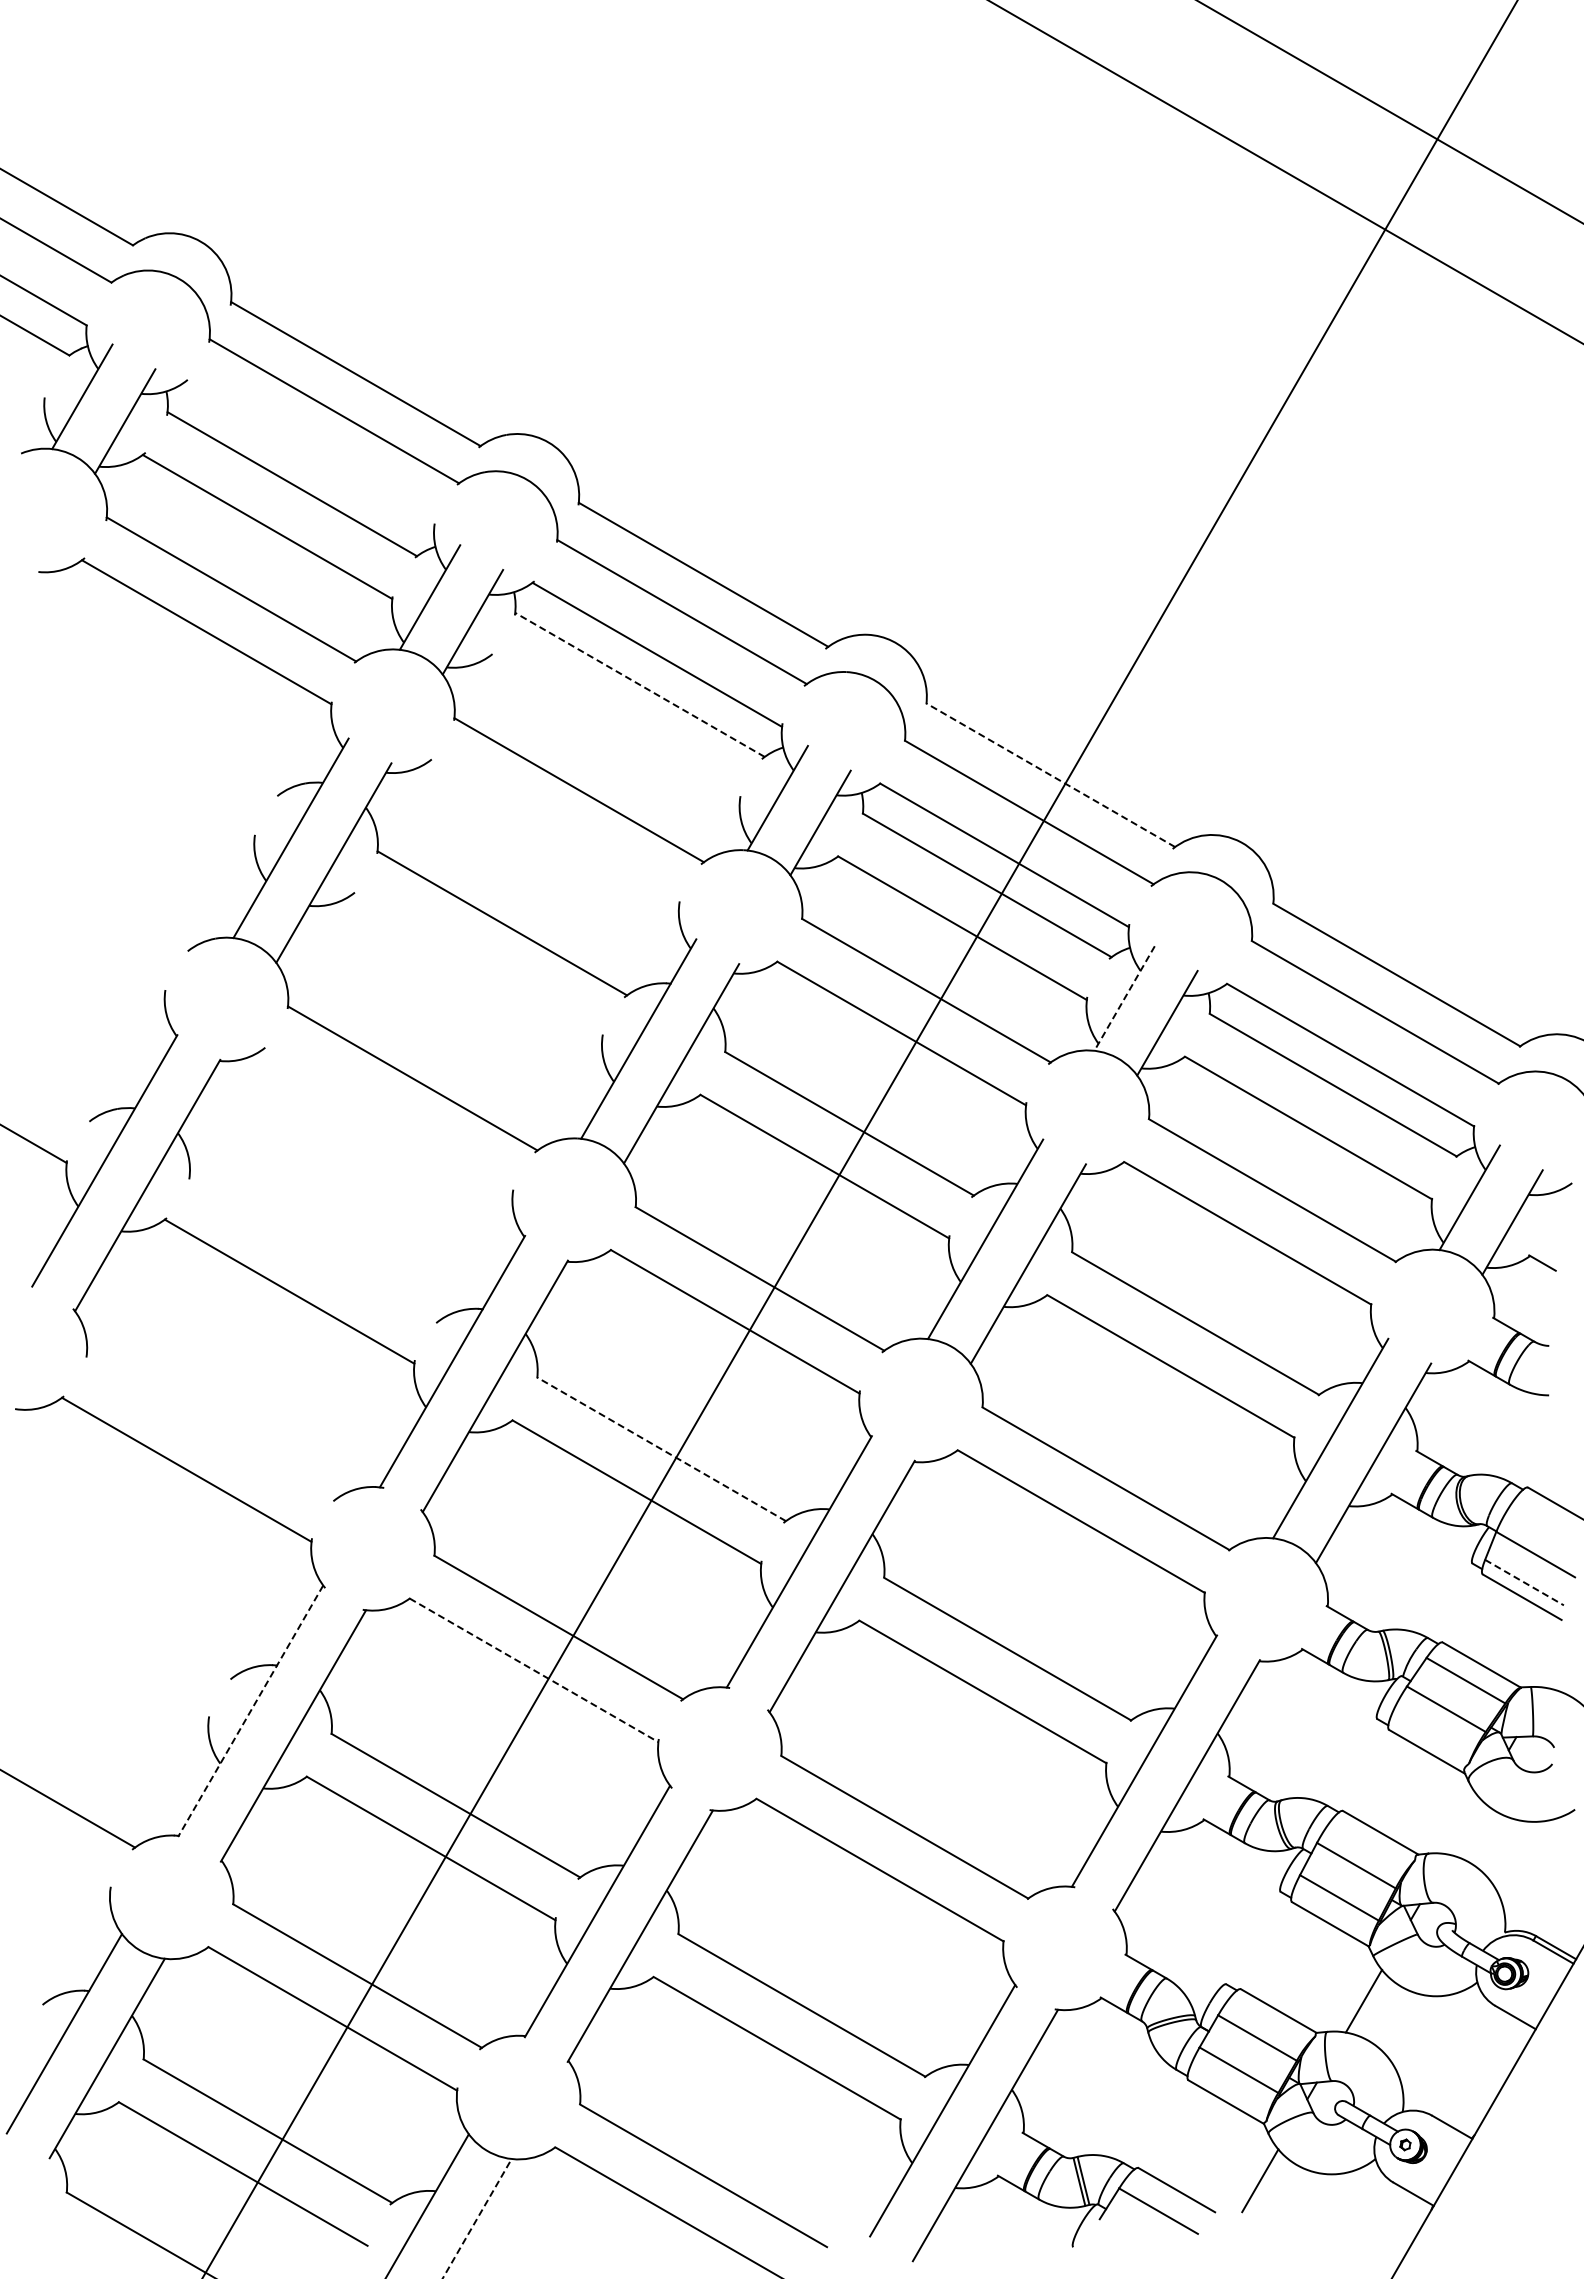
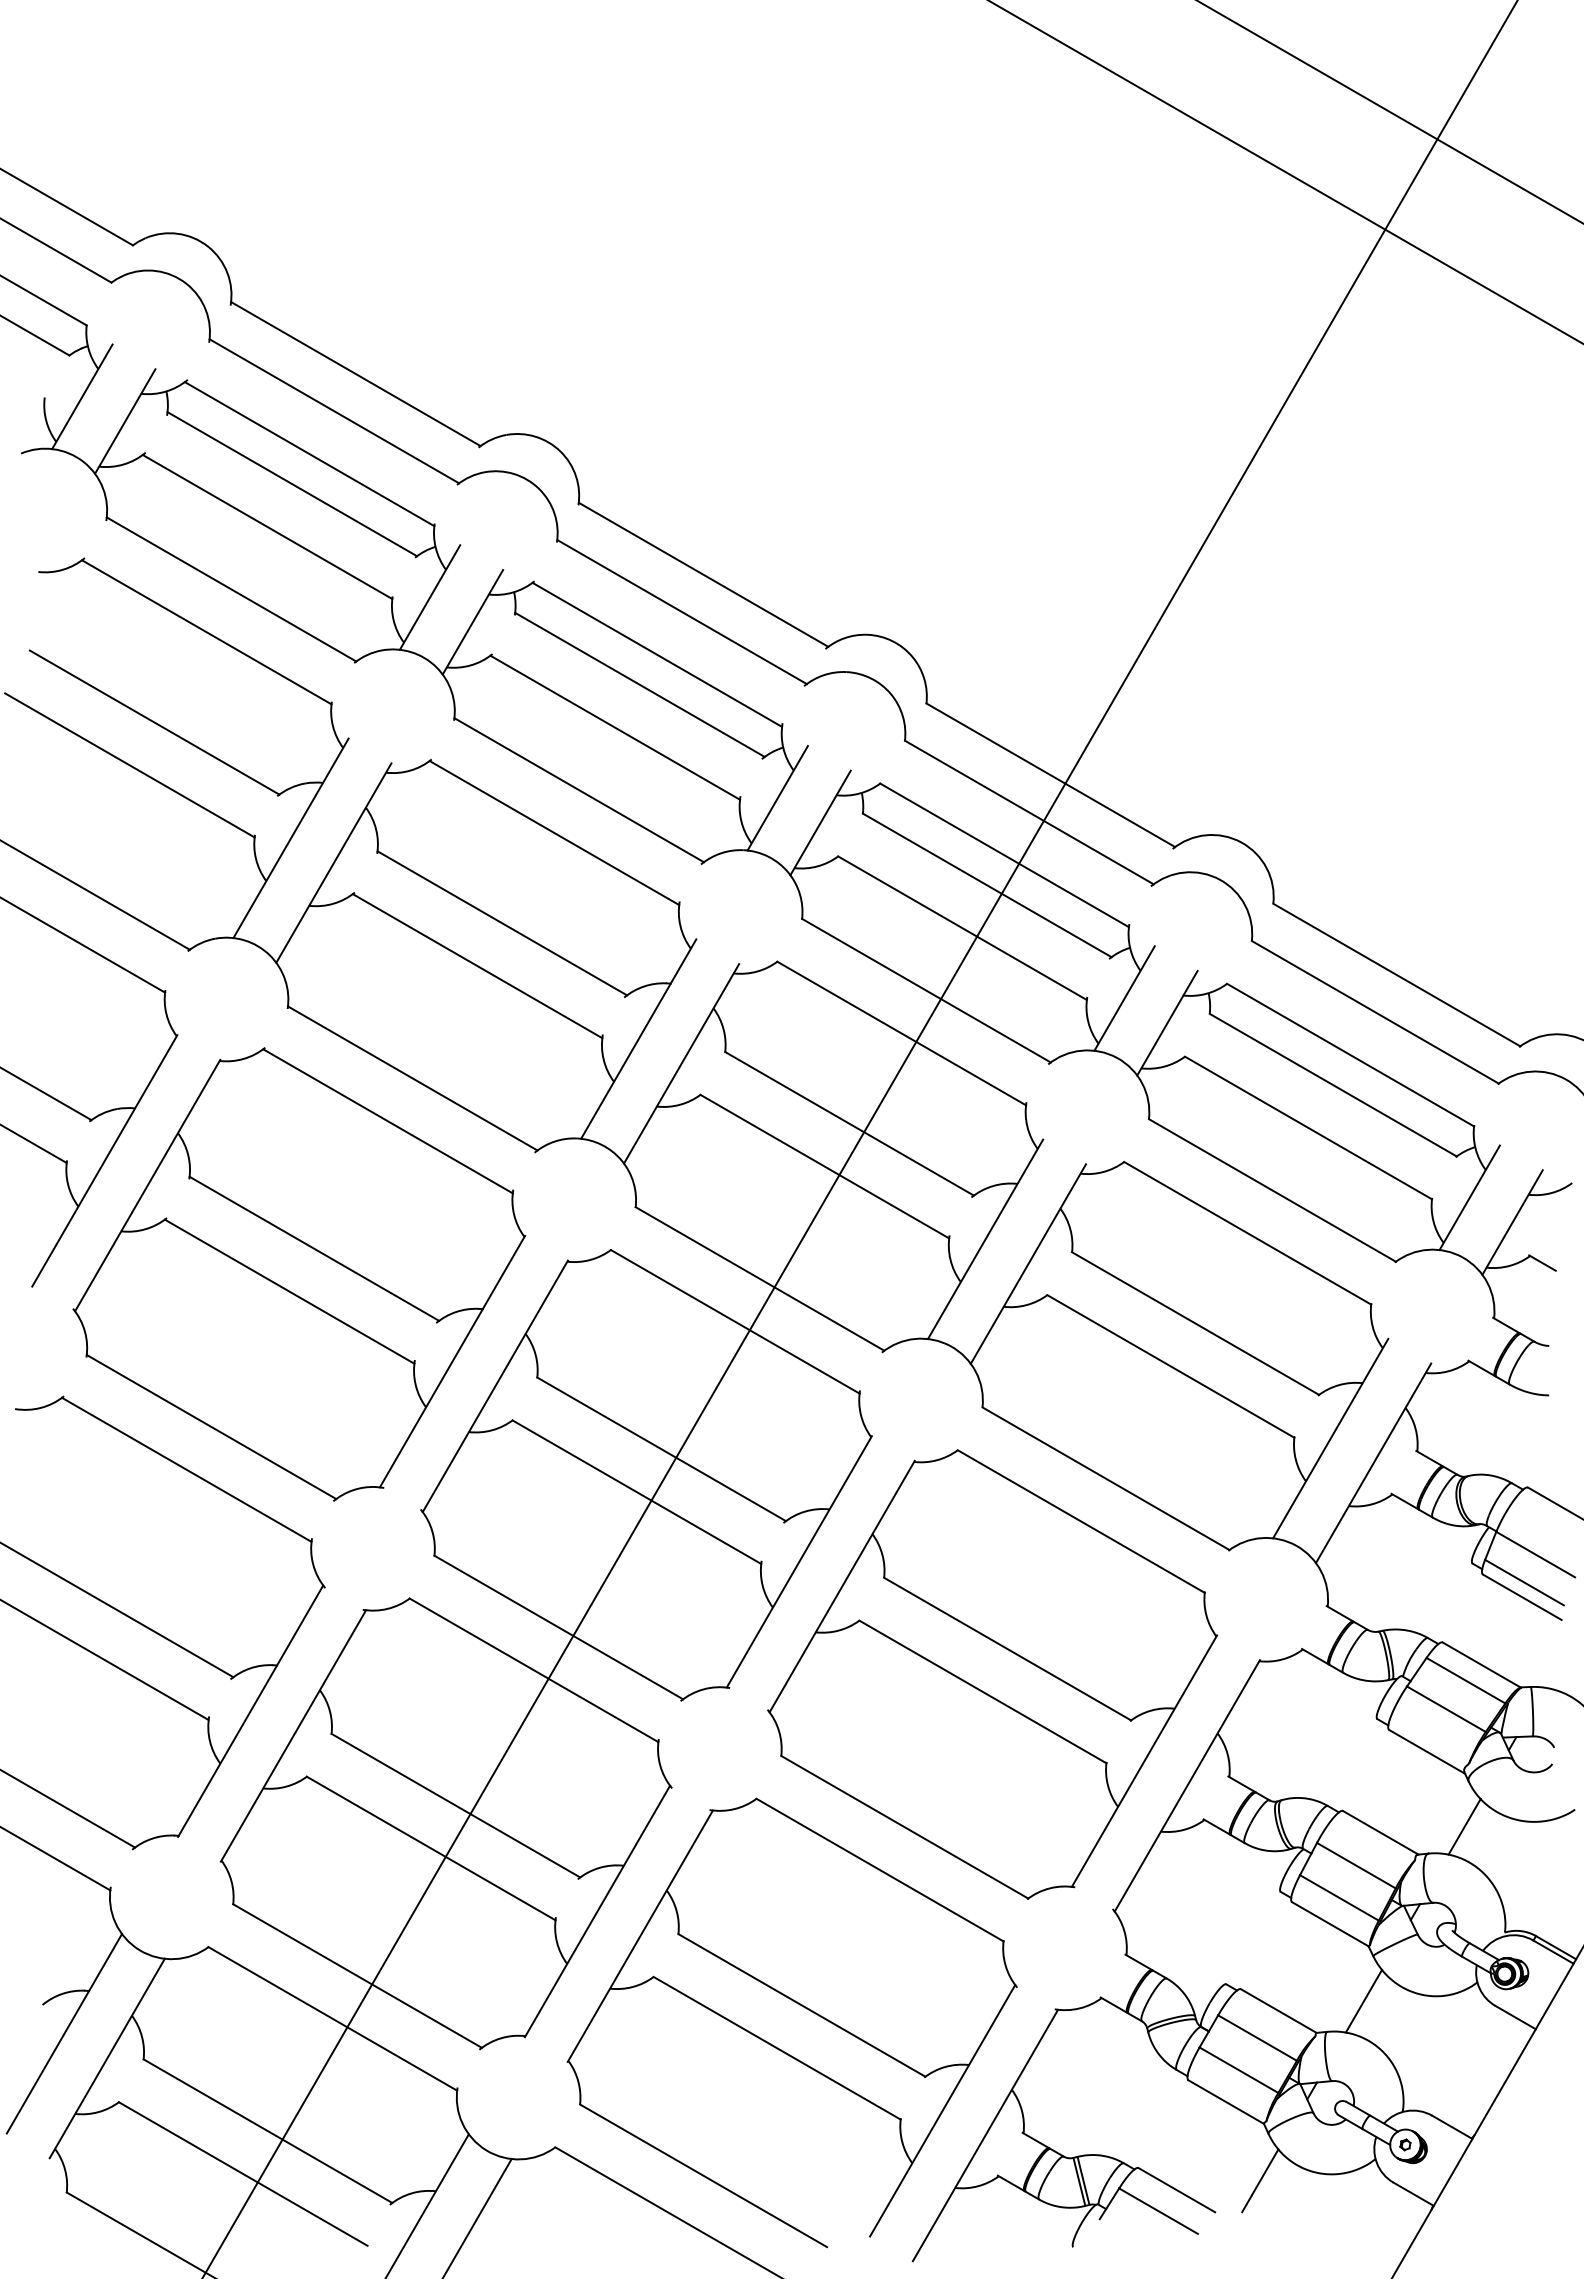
line at (309, 454): none -> present
line at (639, 684): dashed -> solid
line at (154, 722): none -> present
line at (615, 727): none -> present
line at (129, 765): none -> present
line at (1050, 775): dashed -> solid
line at (554, 833): none -> present
line at (95, 895): none -> present
line at (83, 945): none -> present
line at (477, 966): none -> present
line at (1124, 998): dashed -> solid
line at (46, 1094): none -> present
line at (387, 1121): none -> present
line at (314, 1248): none -> present
line at (211, 1426): none -> present
line at (661, 1449): dashed -> solid
line at (1524, 1582): dashed -> solid
line at (117, 1610): none -> present
line at (105, 1660): none -> present
line at (534, 1670): dashed -> solid
line at (250, 1711): dashed -> solid
line at (1464, 1826): none -> present
line at (56, 1858): none -> present
line at (477, 2218): dashed -> solid
